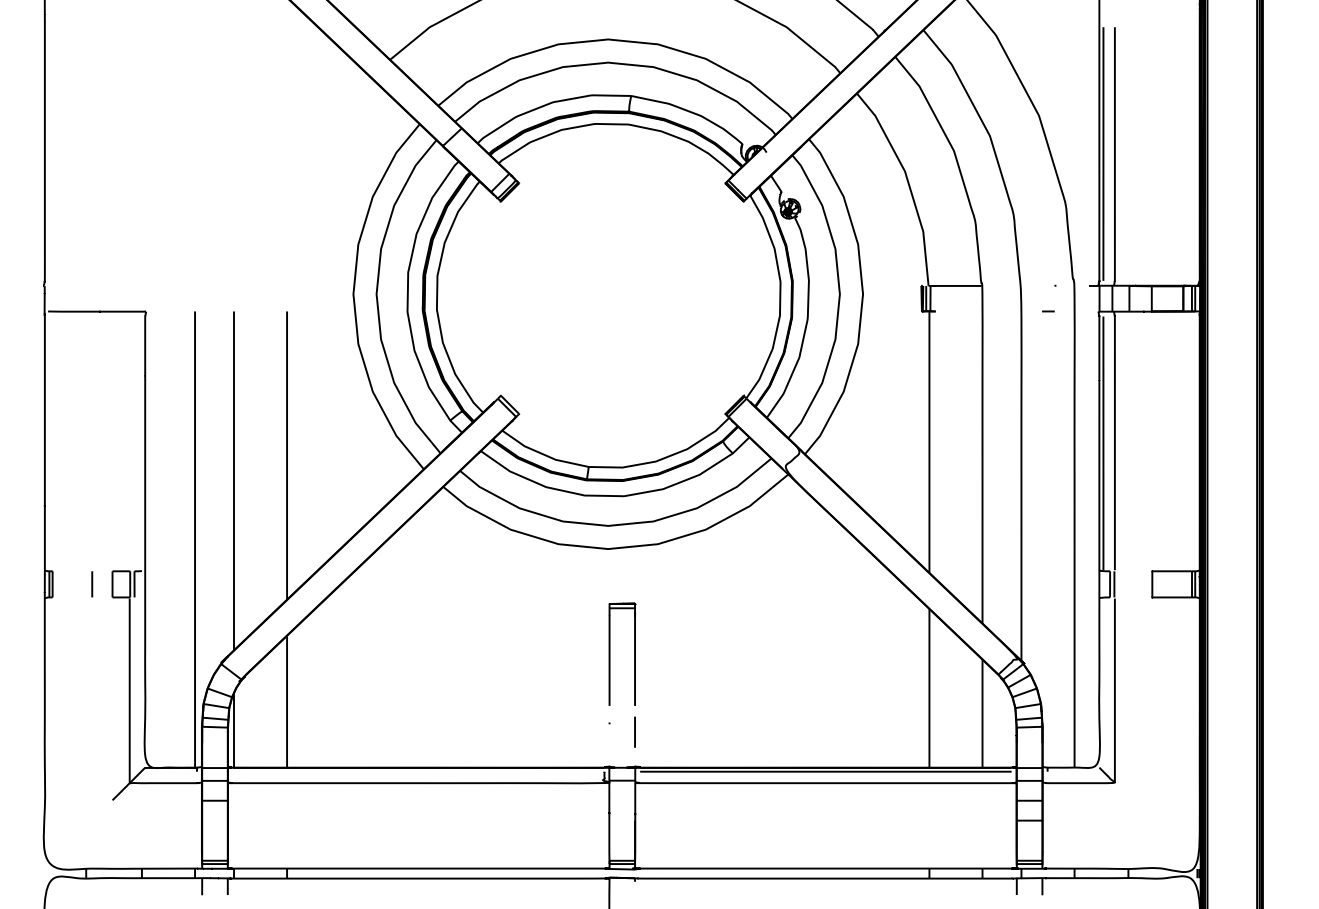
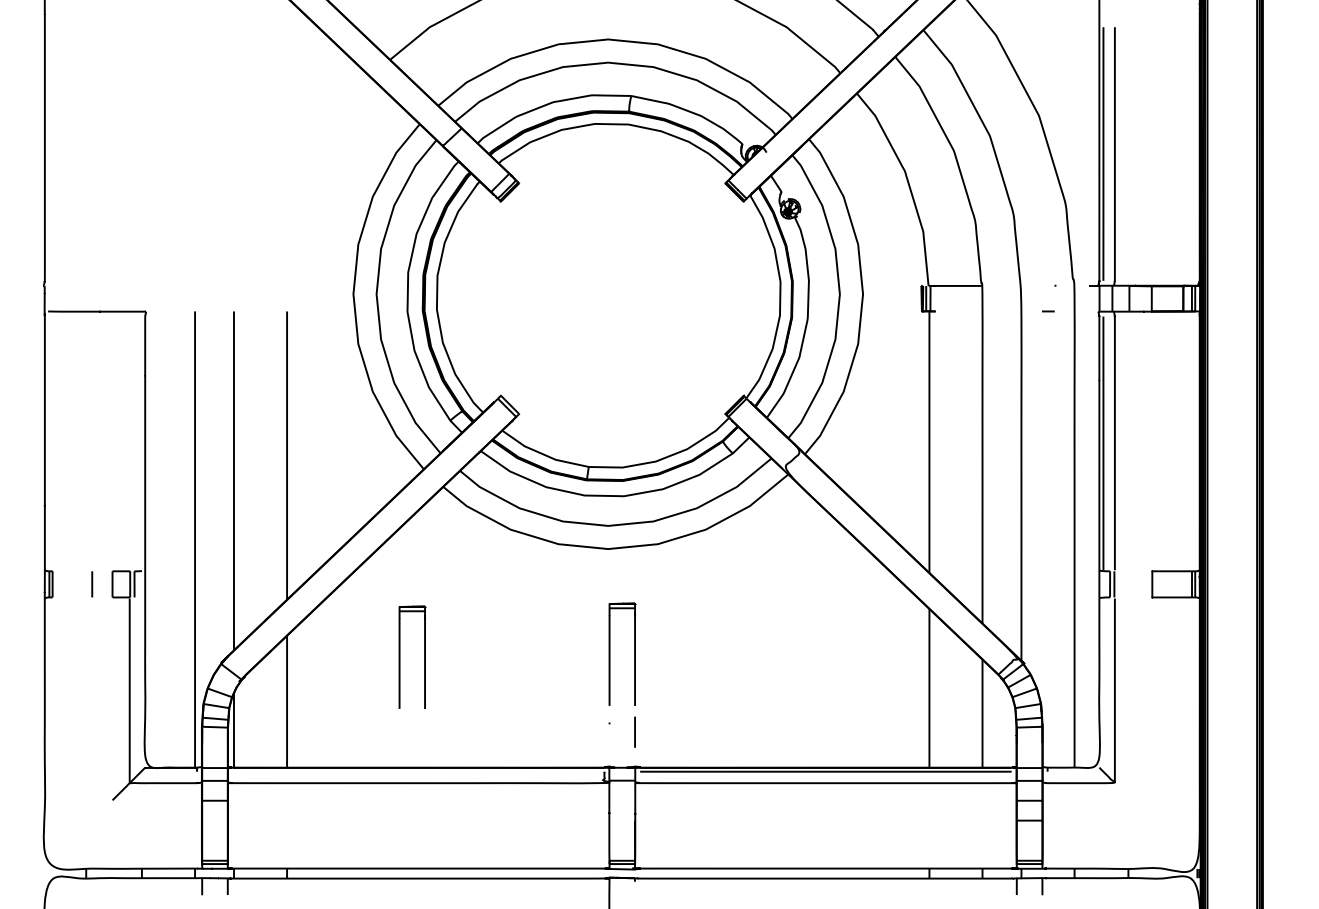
part at (400, 656): none -> present
